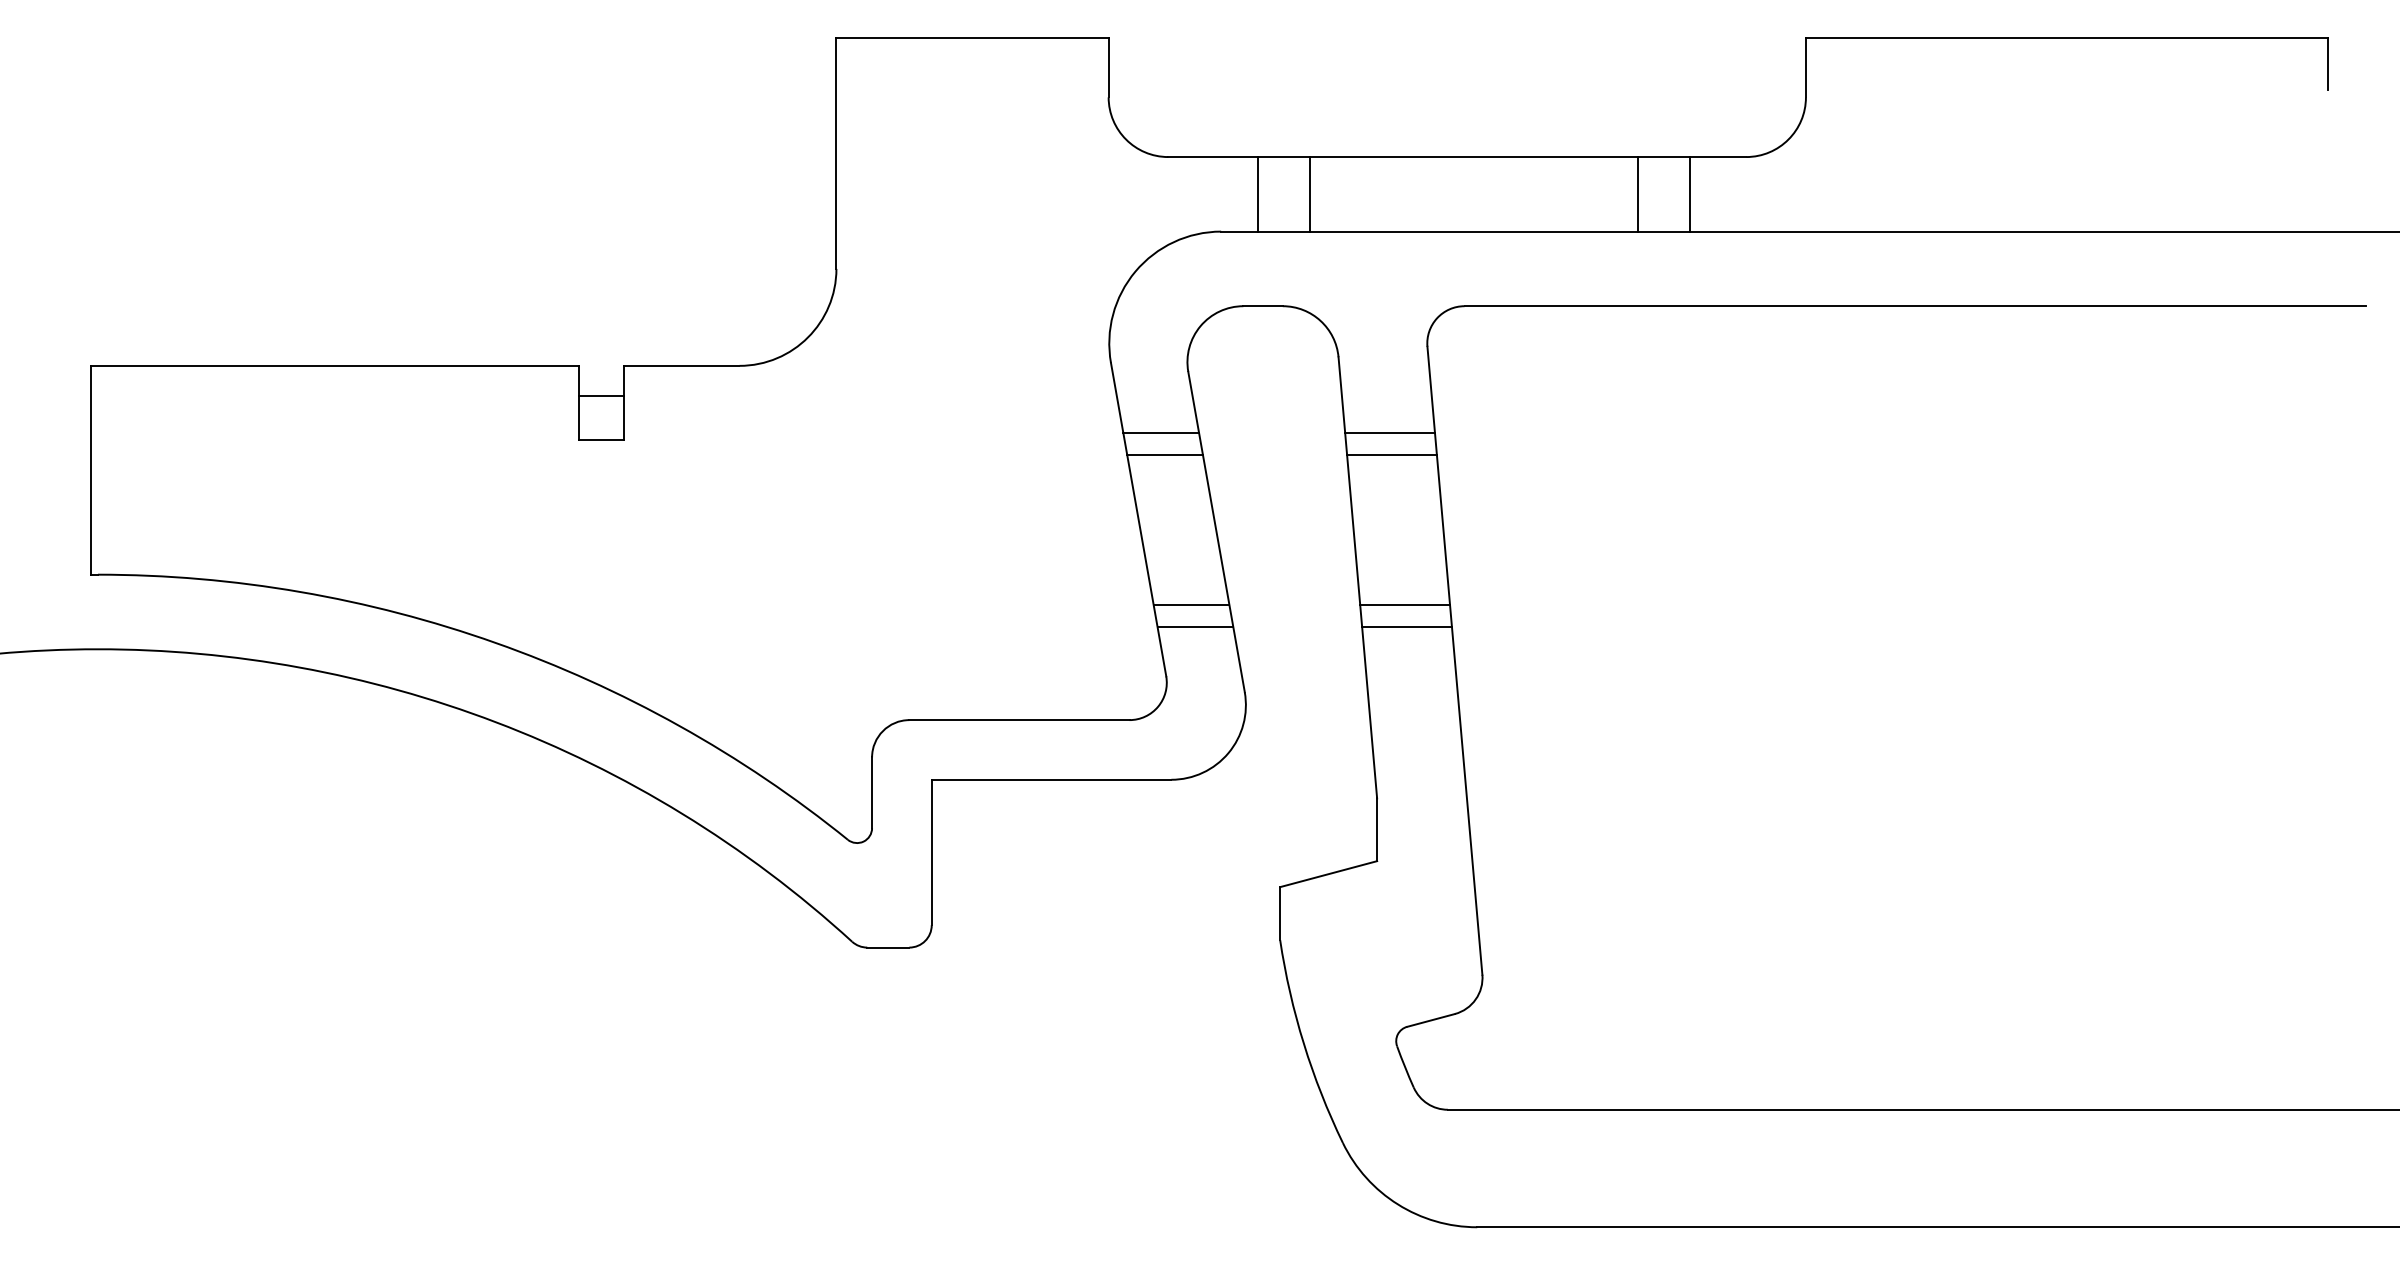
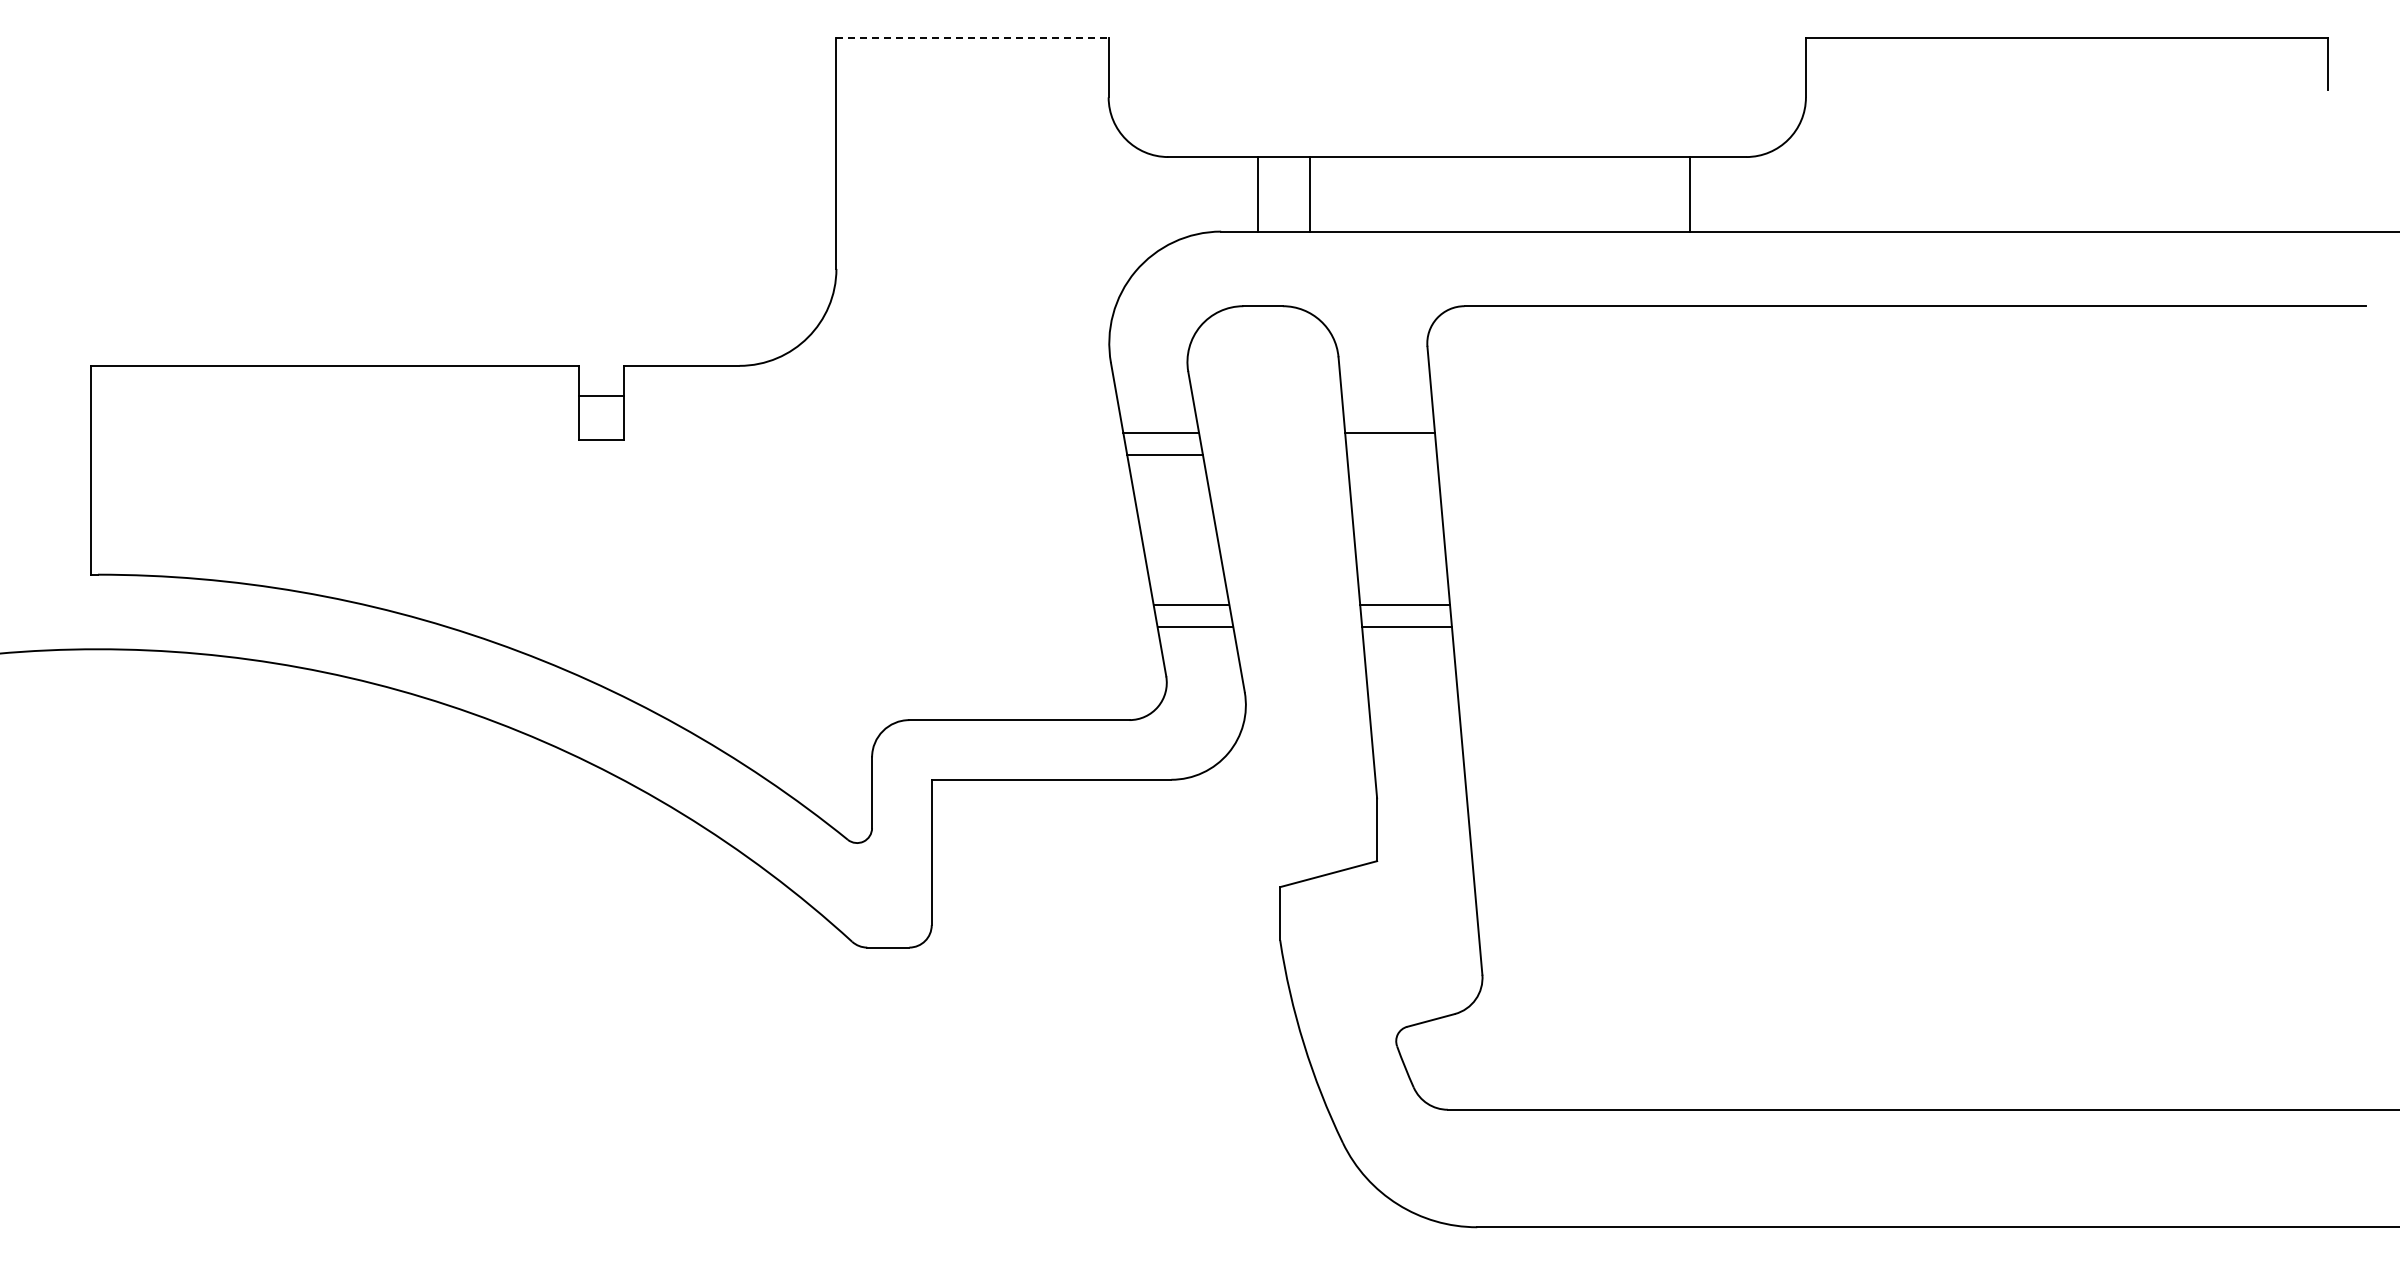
line at (973, 37): solid -> dashed
line at (1638, 194): present -> none
line at (1391, 455): present -> none
